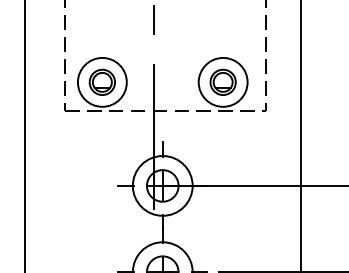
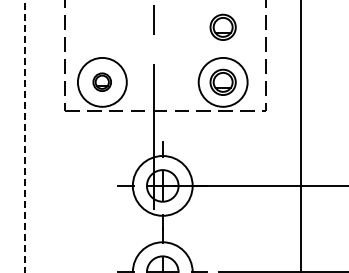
part at (222, 26): none -> present
part at (101, 81) size: 28x28 px -> 20x20 px
line at (24, 136): solid -> dashed
